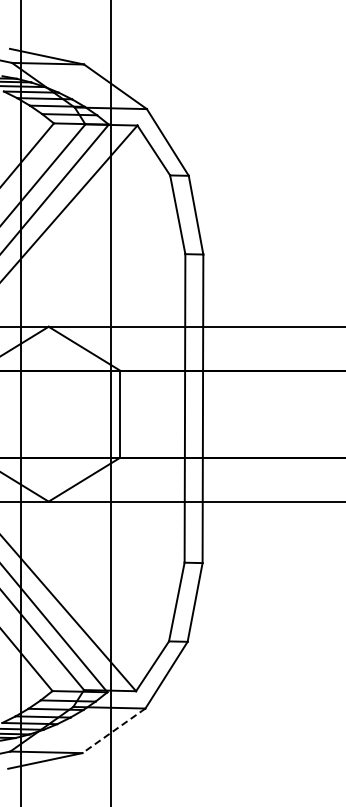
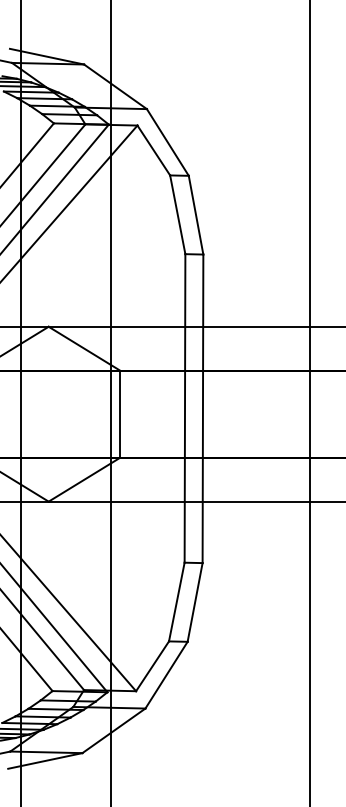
line at (309, 402): none -> present
line at (113, 730): dashed -> solid
